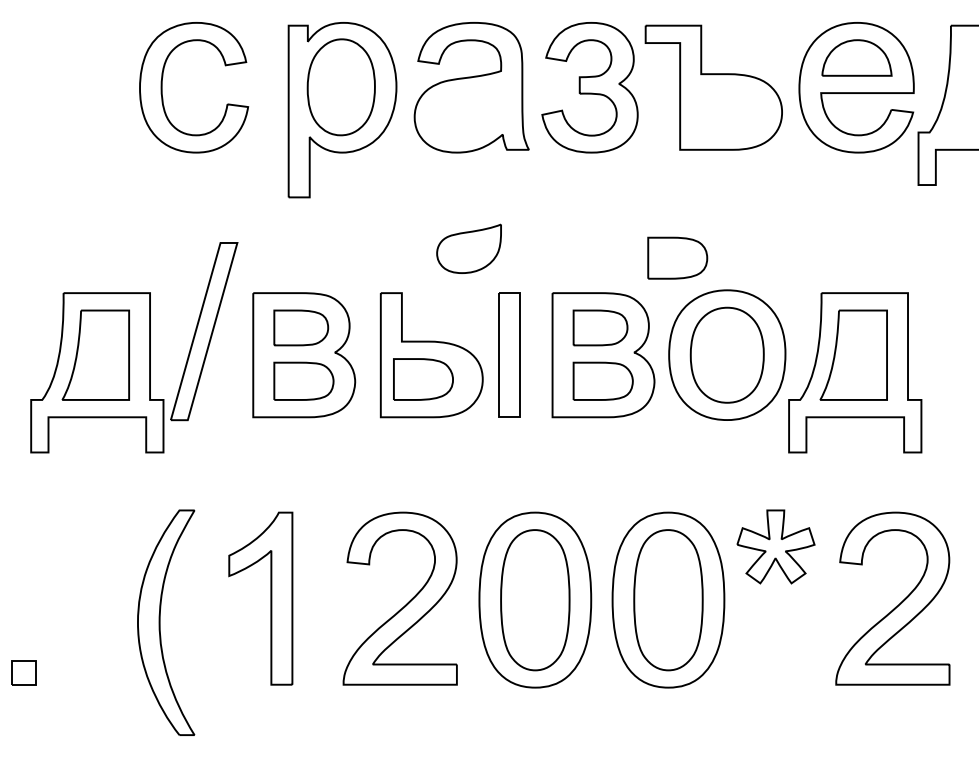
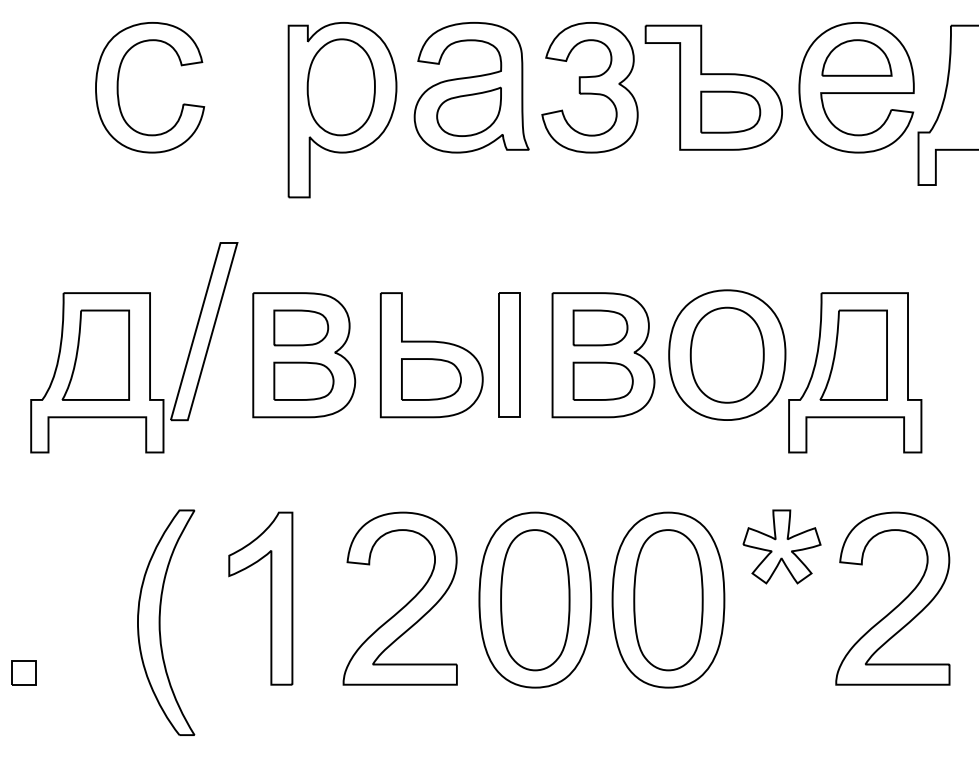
part at (162, 87) position: (162, 87) -> (118, 87)
part at (468, 248) position: (468, 248) -> (468, 111)
part at (677, 257) position: (677, 257) -> (730, 111)
part at (423, 379) position: (423, 379) -> (431, 379)
part at (775, 546) position: (775, 546) -> (781, 546)
